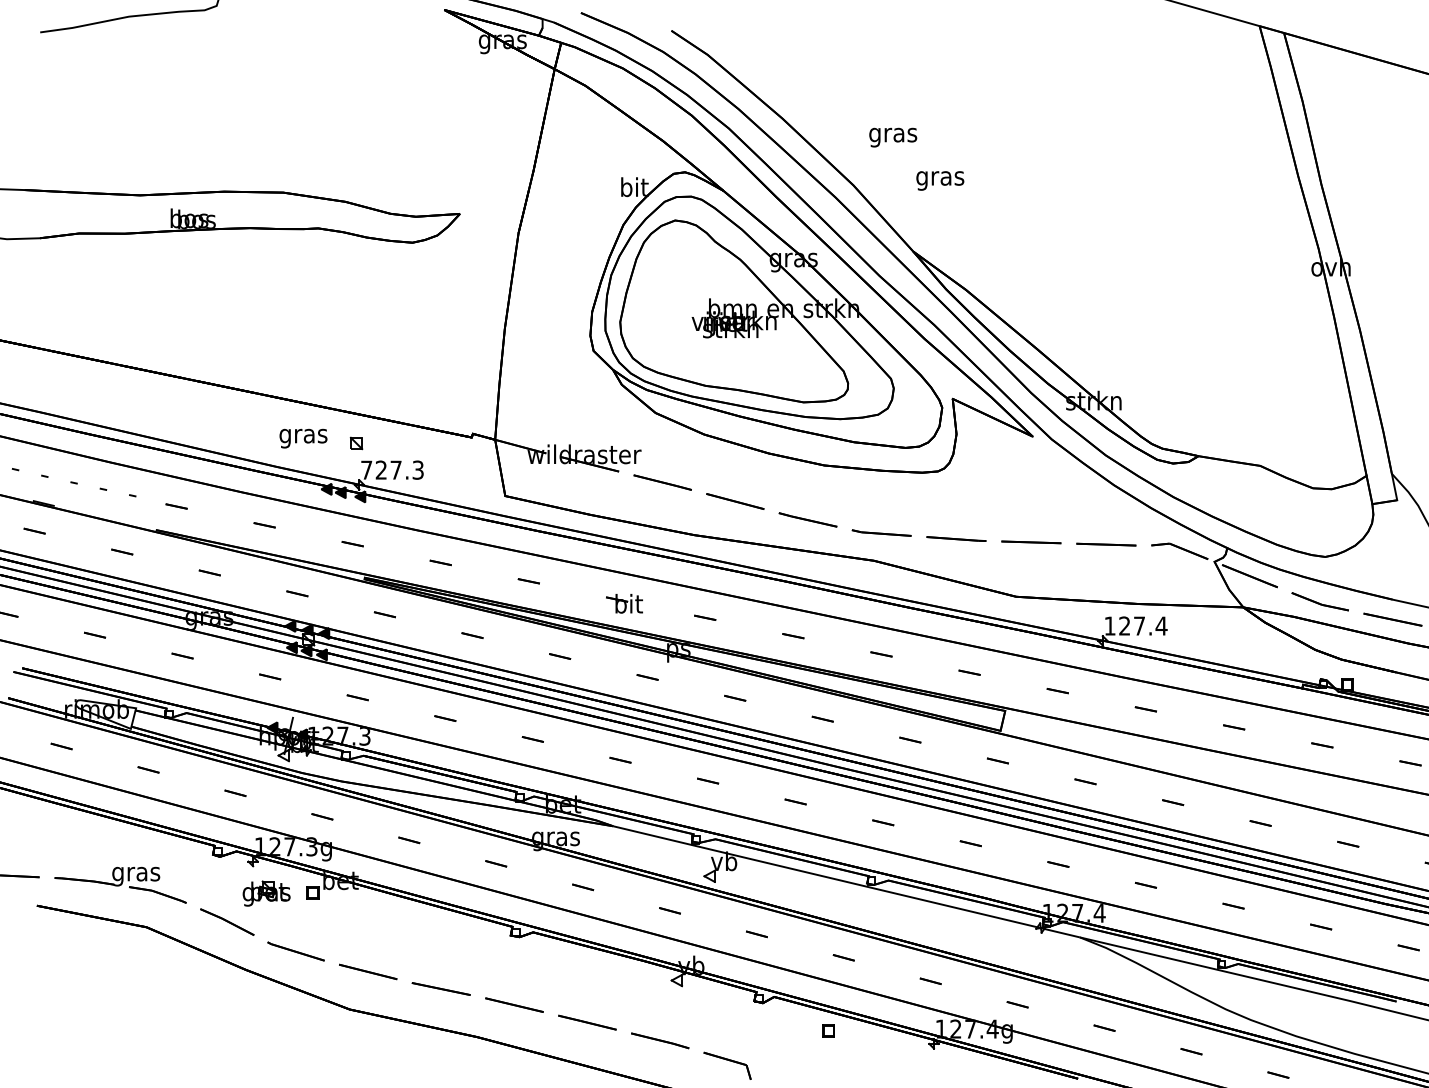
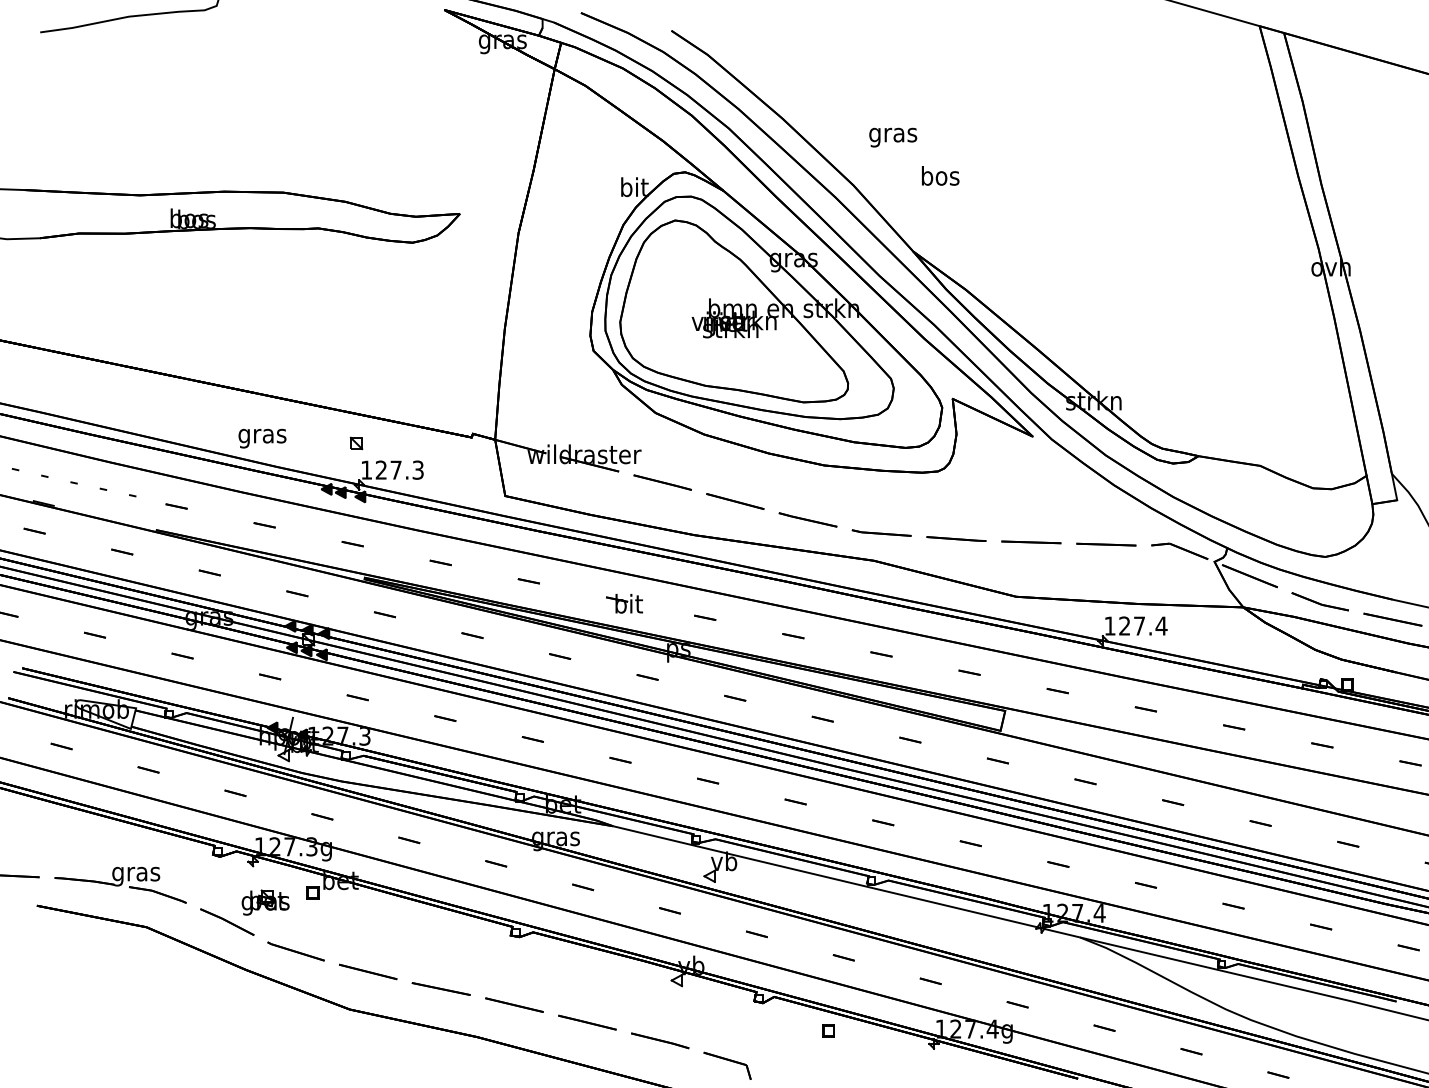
text at (940, 178): gras -> bos
text at (303, 438) position: (303, 438) -> (262, 438)
text at (366, 469): 727.3 -> 127.3
part at (266, 893) position: (266, 893) -> (265, 902)
